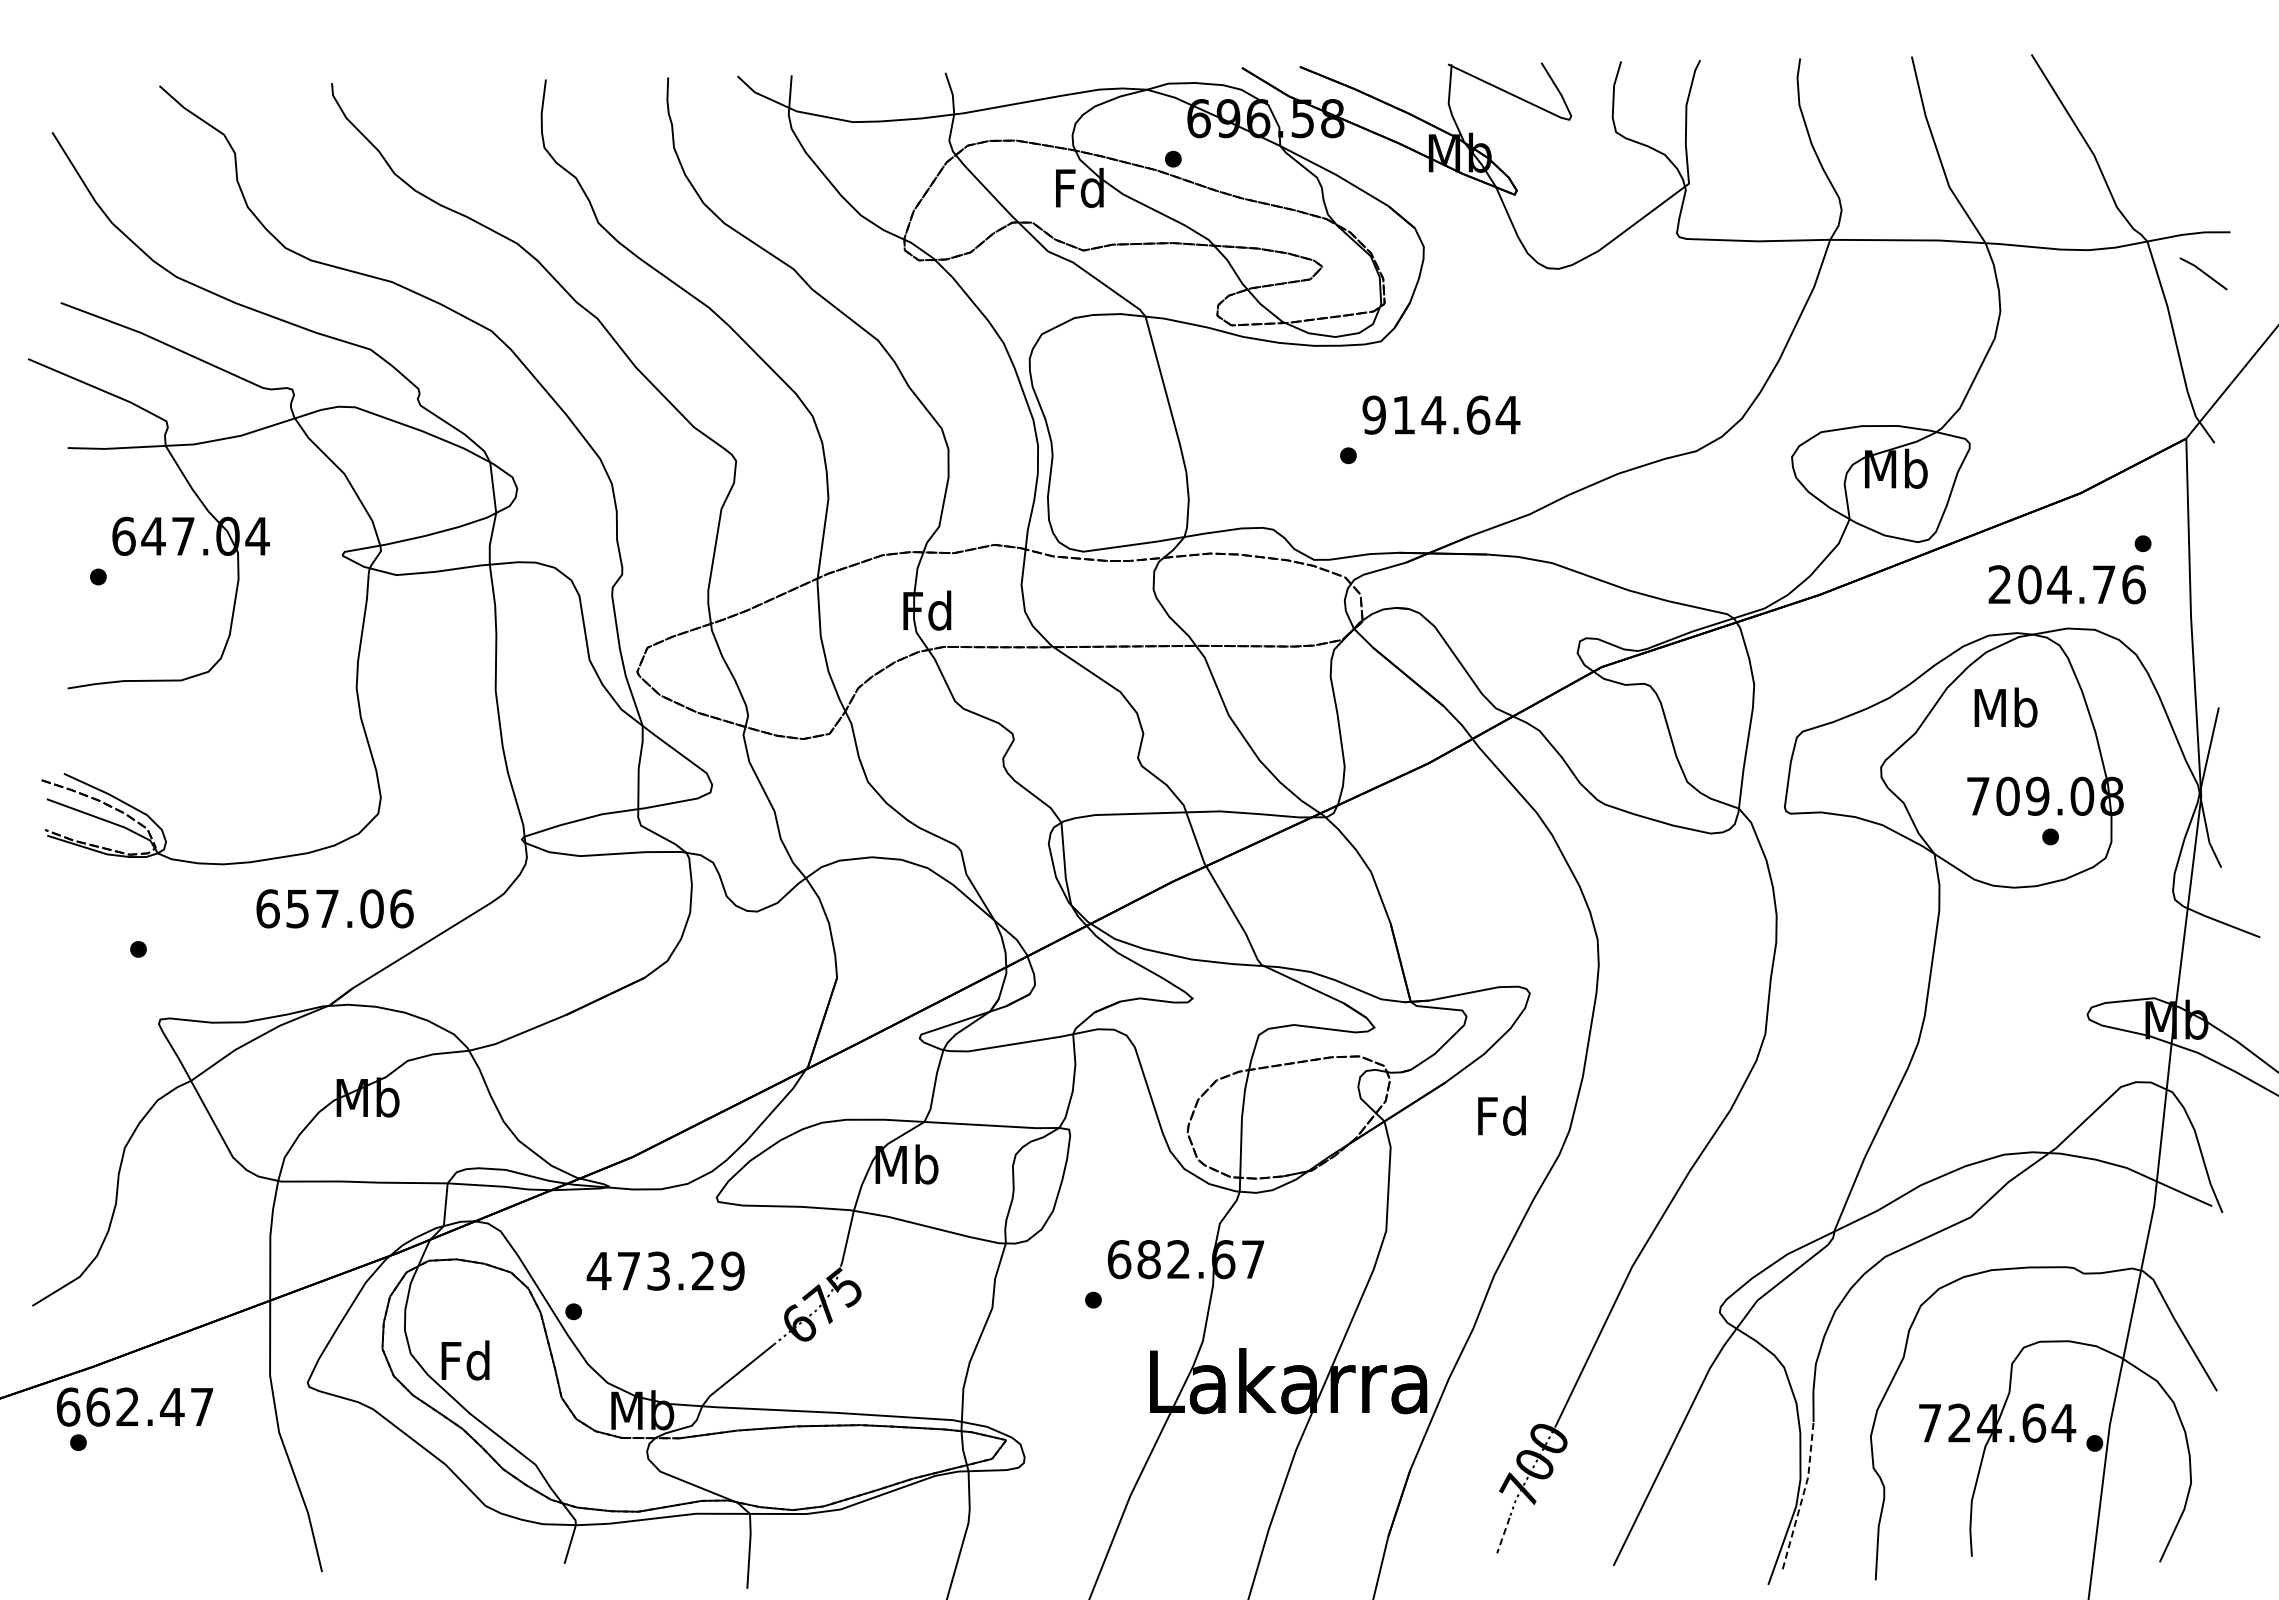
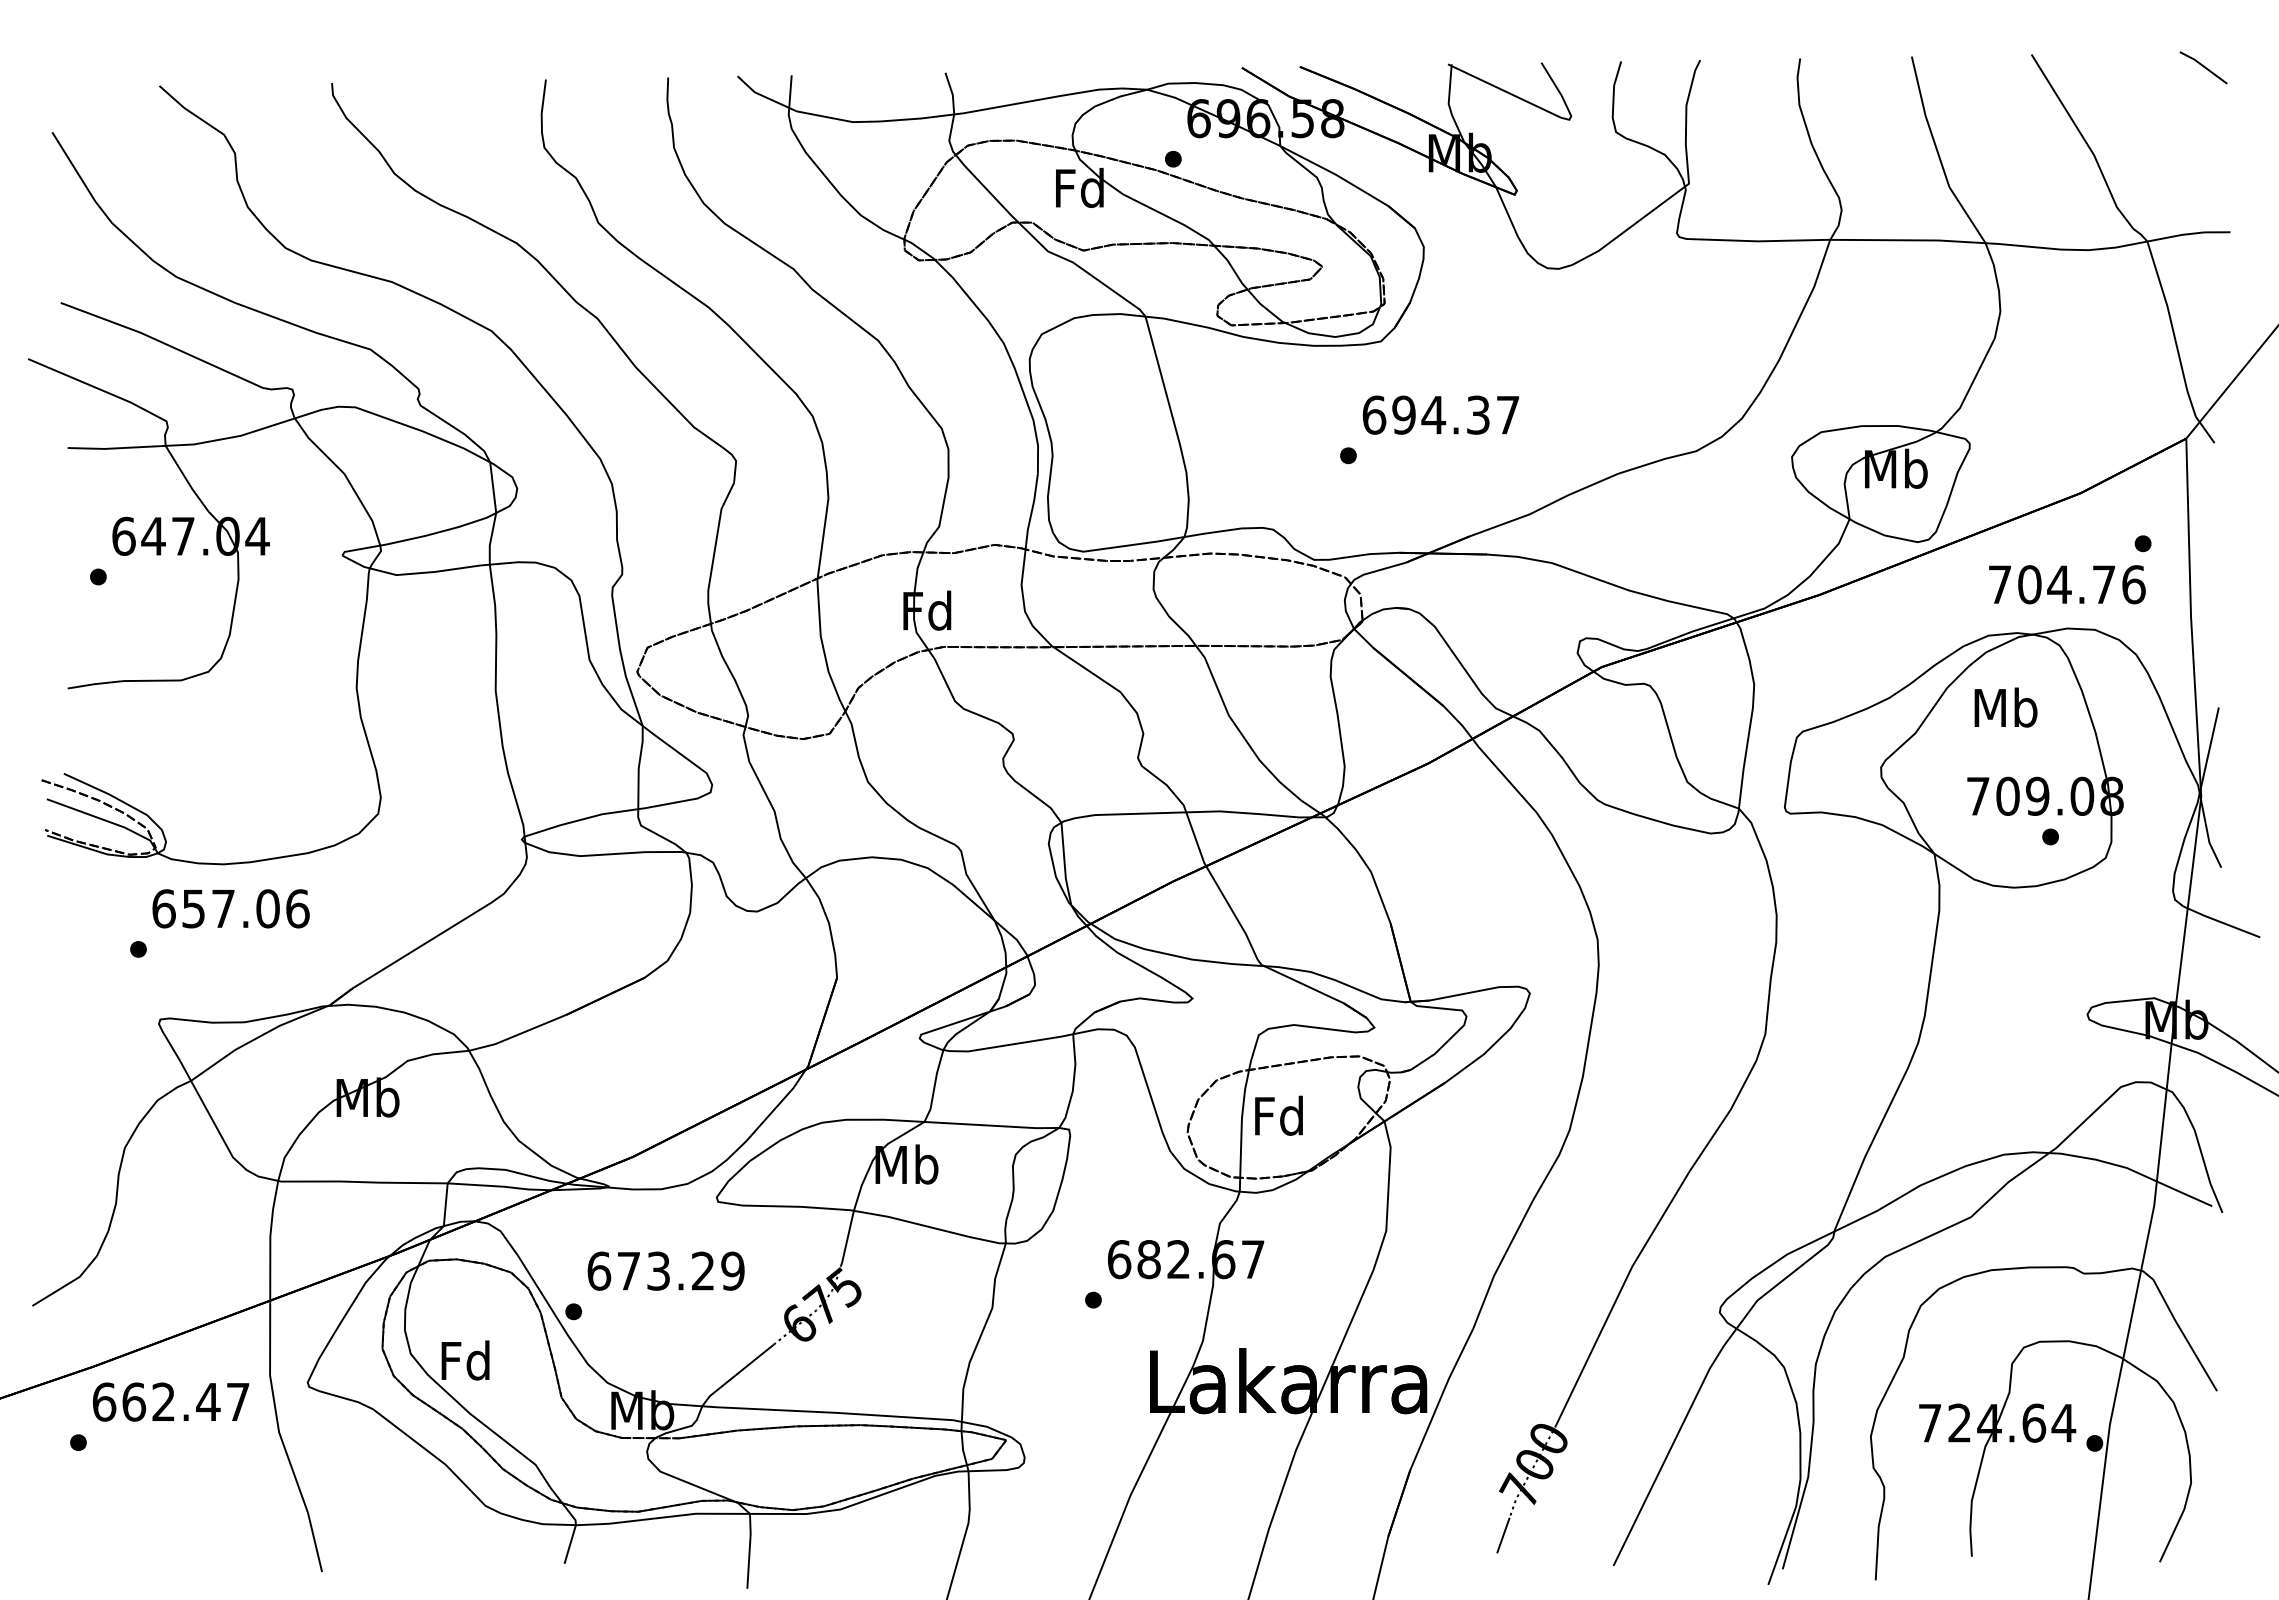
line at (2203, 273) position: (2203, 273) -> (2203, 67)
text at (1441, 414): 914.64 -> 694.37
text at (1999, 584): 204.76 -> 704.76
text at (334, 908) position: (334, 908) -> (230, 908)
text at (1501, 1115) position: (1501, 1115) -> (1278, 1115)
text at (598, 1270): 473.29 -> 673.29
text at (135, 1406) position: (135, 1406) -> (171, 1401)
line at (1803, 1495): dashed -> solid
line at (1503, 1535): dashed -> solid
